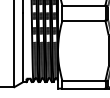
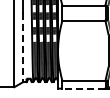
line at (23, 48): solid -> dashed
line at (83, 88): solid -> dashed
